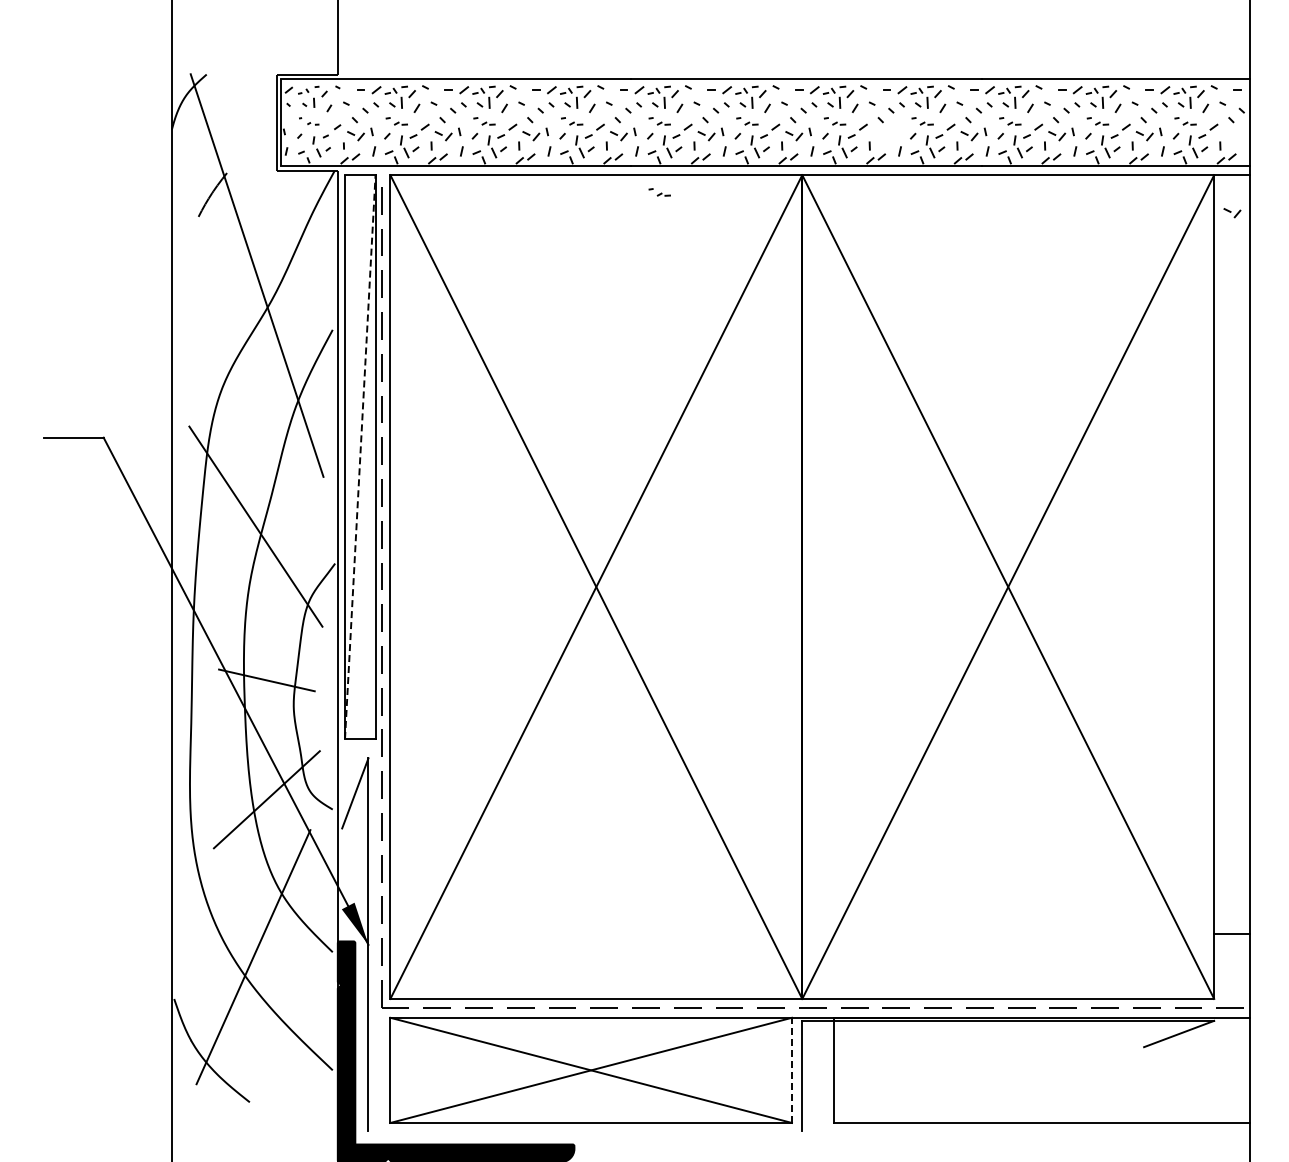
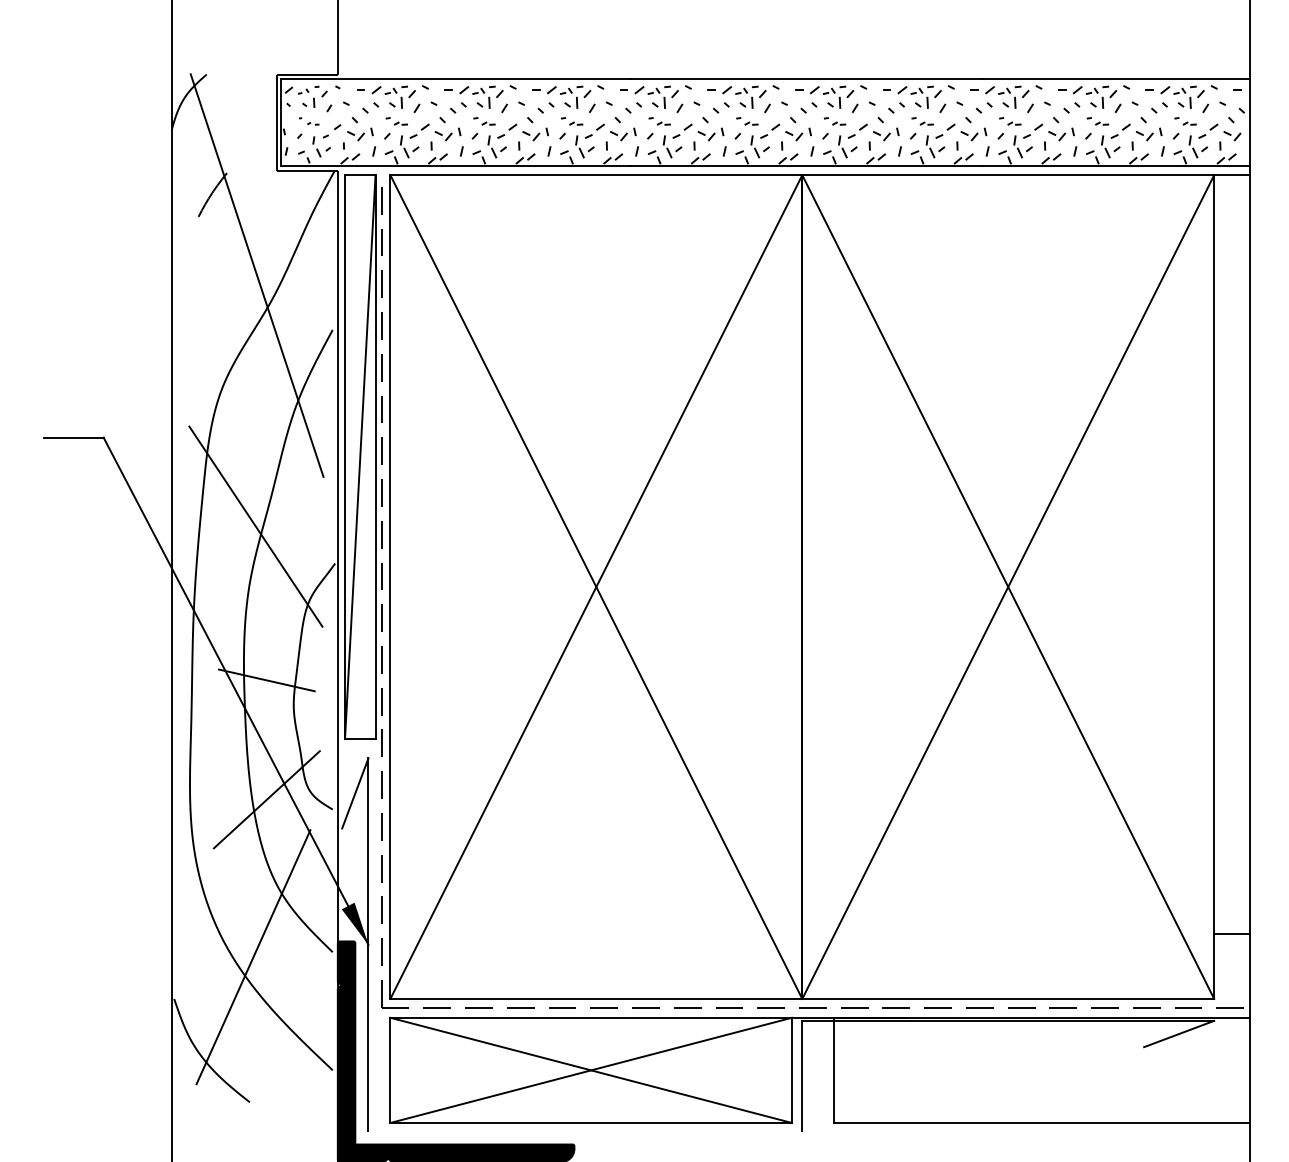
part at (886, 134): none -> present
part at (659, 192): present -> none
part at (1232, 213) position: (1232, 213) -> (1232, 136)
line at (360, 456): dashed -> solid
line at (791, 1070): dashed -> solid
